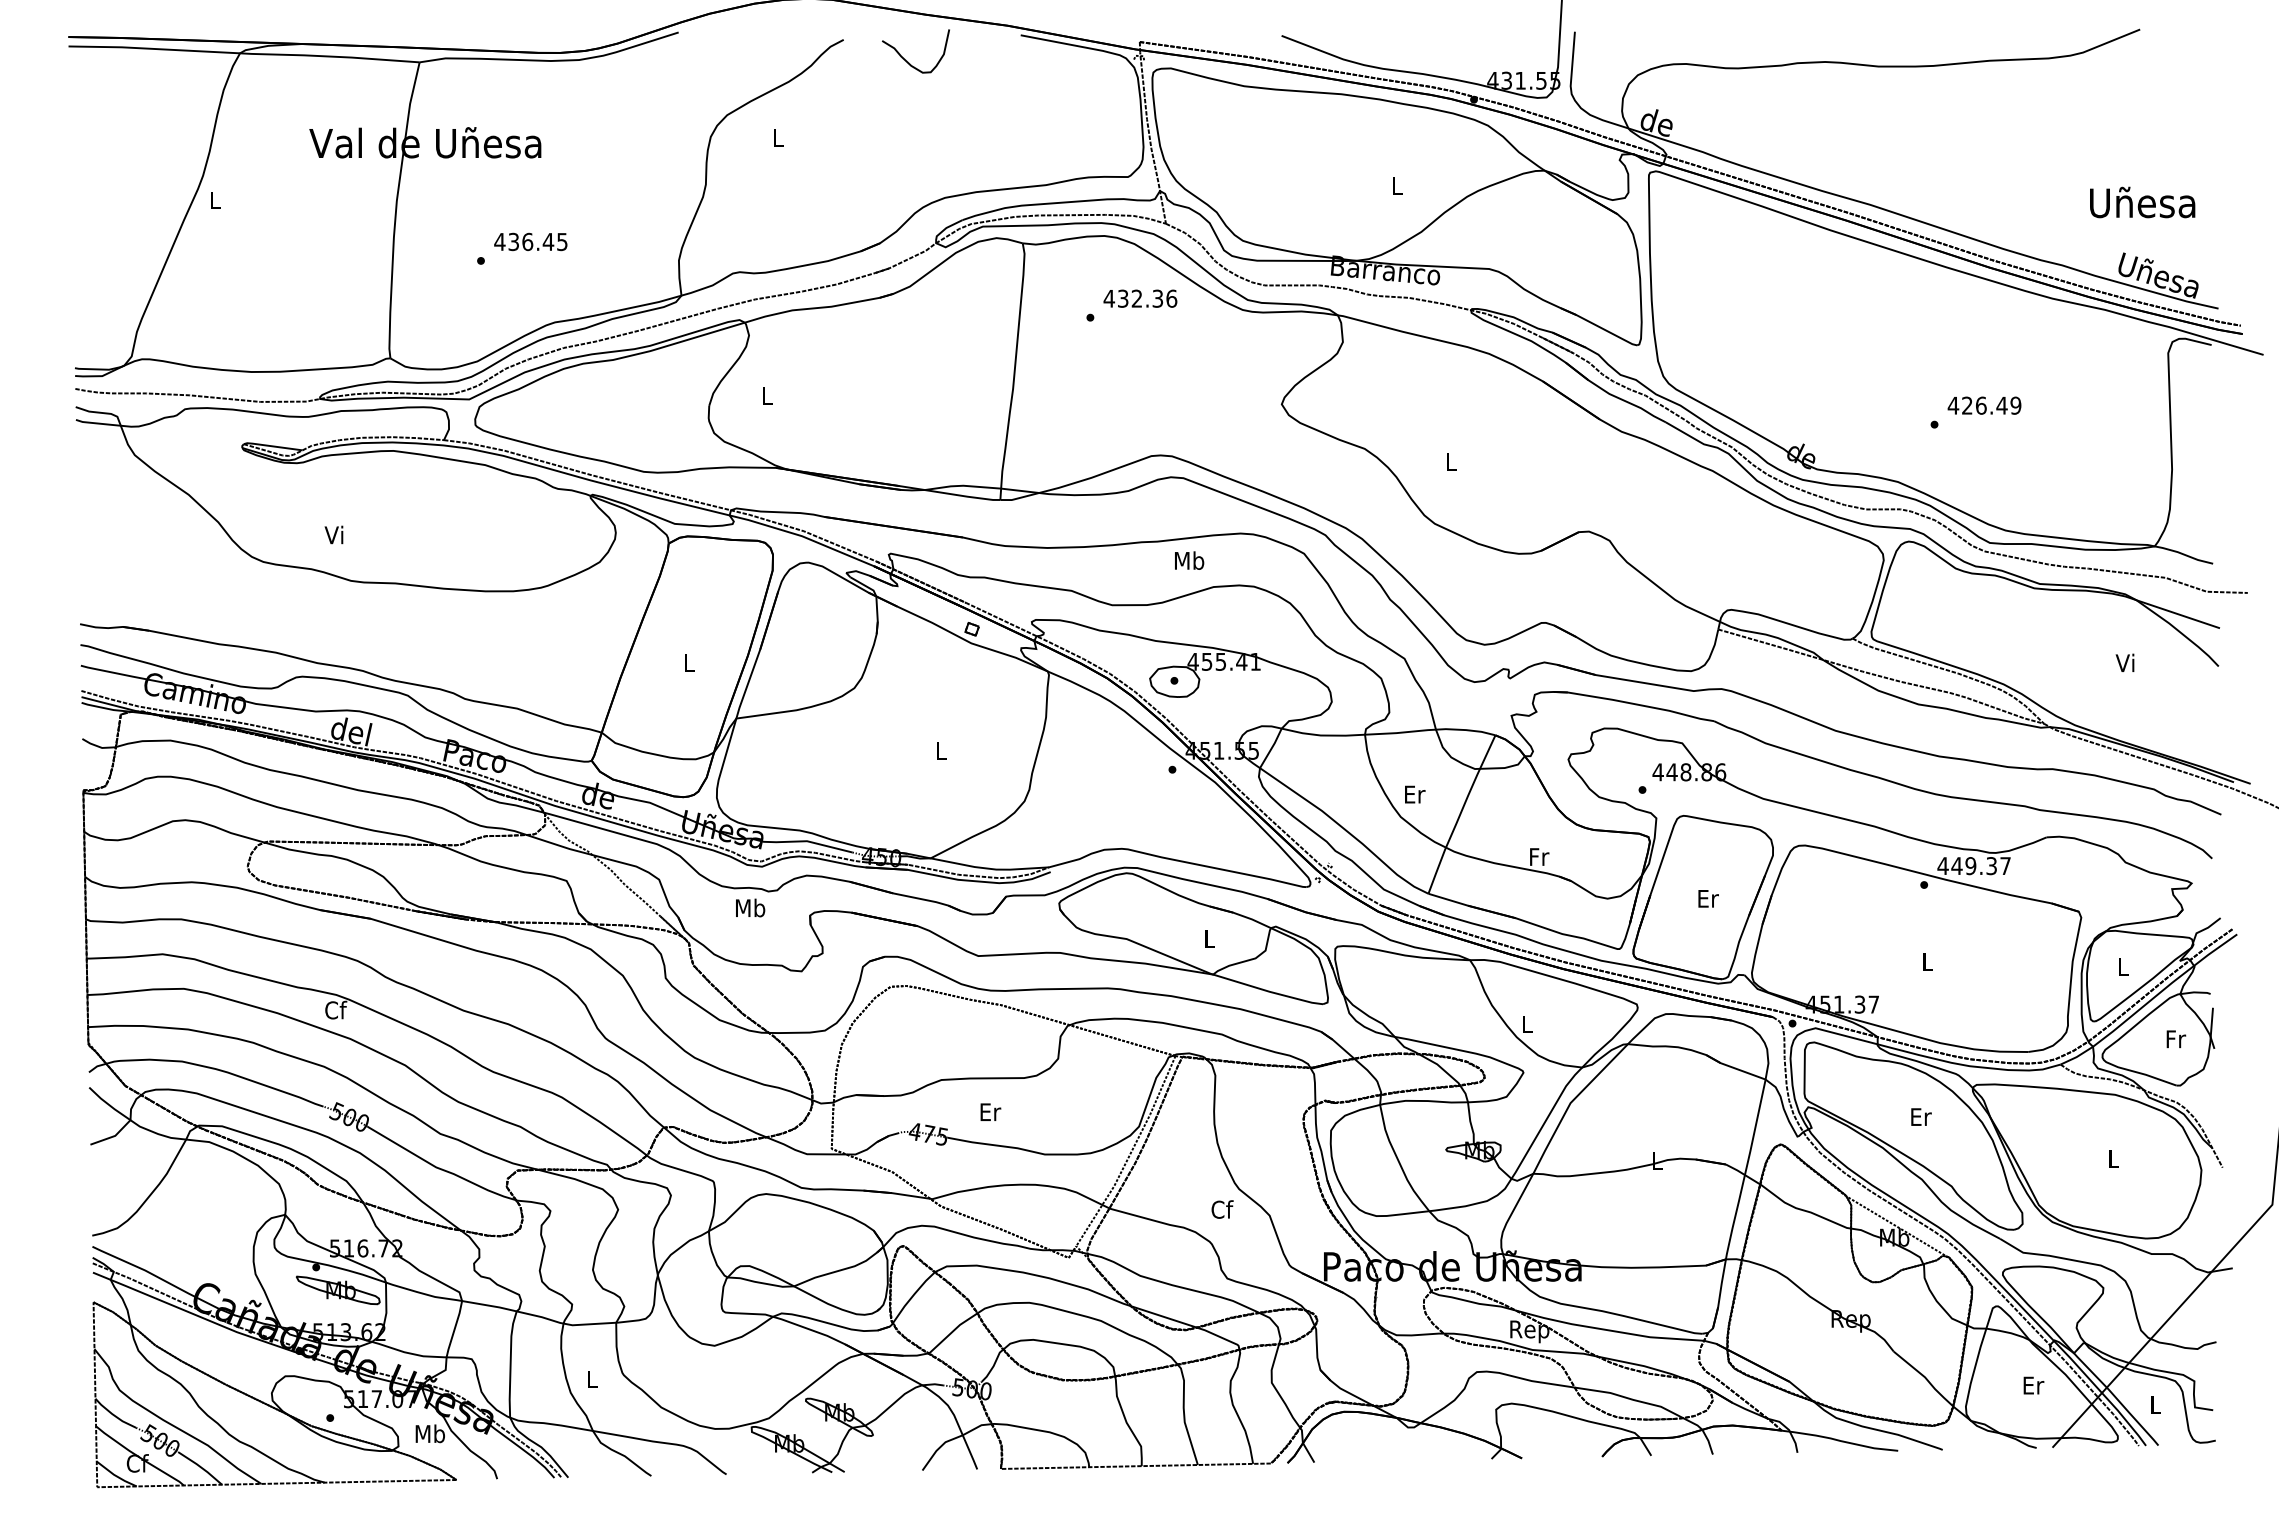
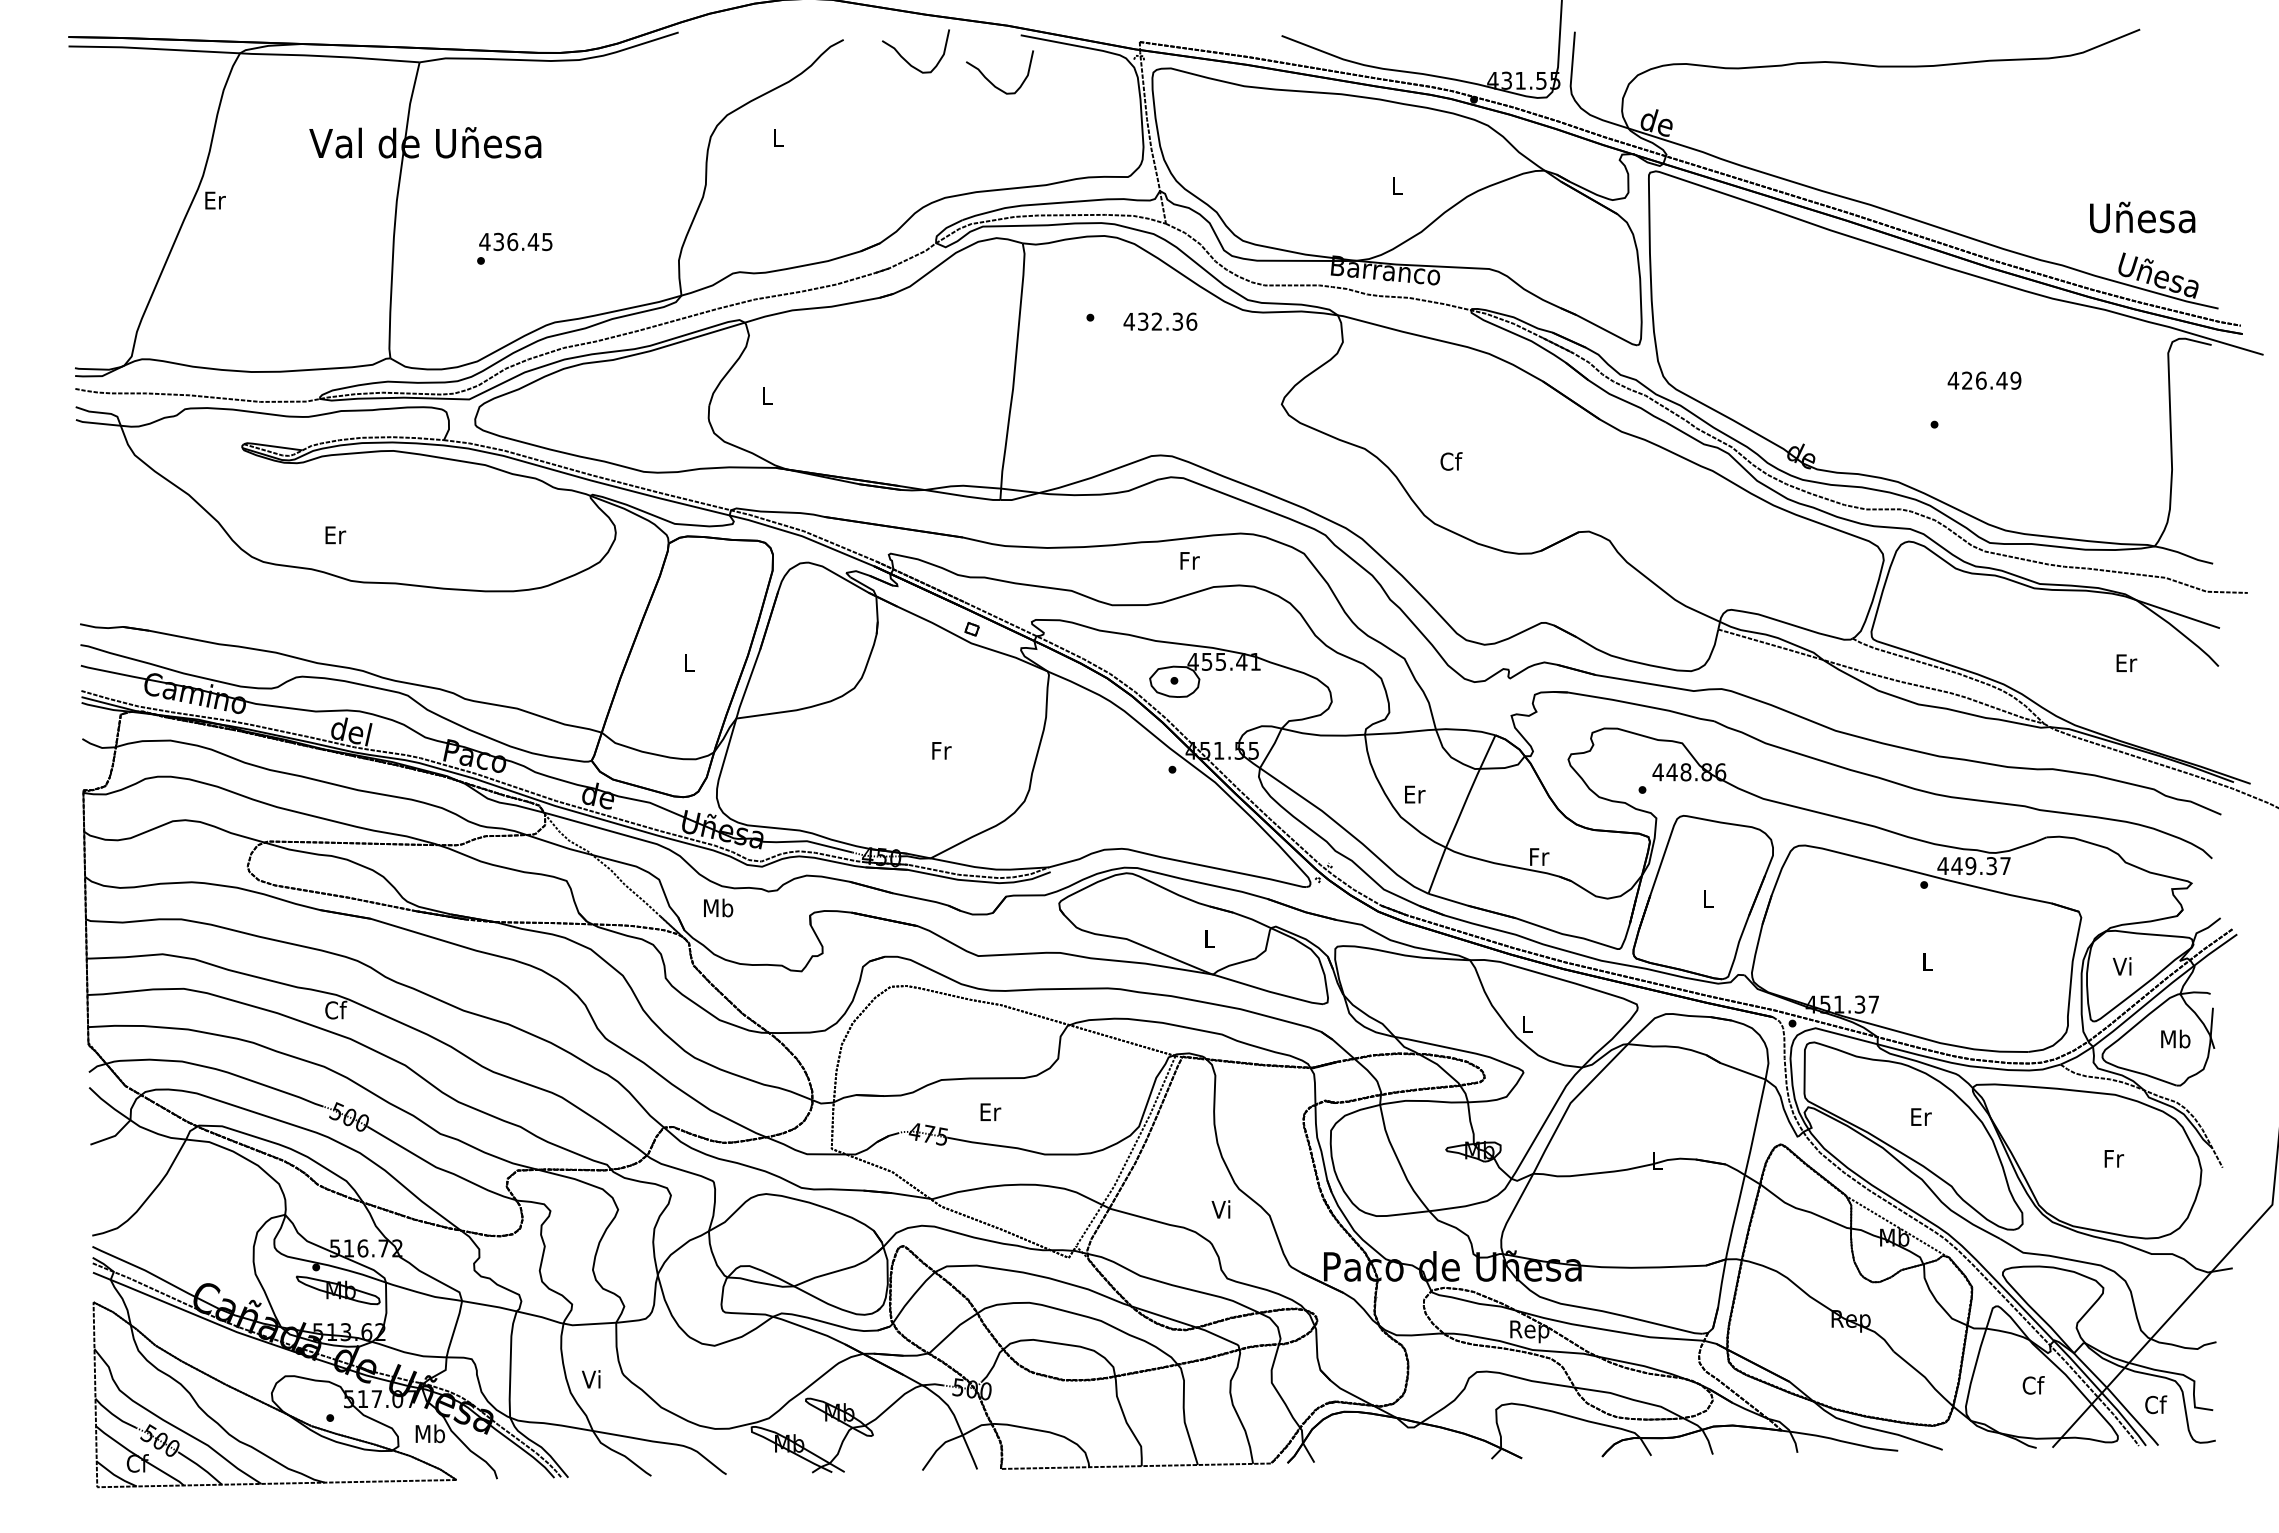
curve at (992, 82): none -> present
text at (215, 200): L -> Er
text at (2142, 202) position: (2142, 202) -> (2142, 217)
text at (530, 241) position: (530, 241) -> (515, 241)
text at (1140, 298) position: (1140, 298) -> (1160, 321)
text at (1984, 405) position: (1984, 405) -> (1984, 380)
text at (1451, 461): L -> Cf
text at (335, 534): Vi -> Er
text at (1189, 560): Mb -> Fr
text at (2126, 662): Vi -> Er
text at (941, 750): L -> Fr
text at (1708, 898): Er -> L
text at (750, 907) position: (750, 907) -> (718, 907)
text at (2121, 966): L -> Vi
text at (2175, 1038): Fr -> Mb
text at (2114, 1158): L -> Fr
text at (1222, 1209): Cf -> Vi
text at (591, 1379): L -> Vi
text at (2033, 1385): Er -> Cf
text at (2156, 1404): L -> Cf
